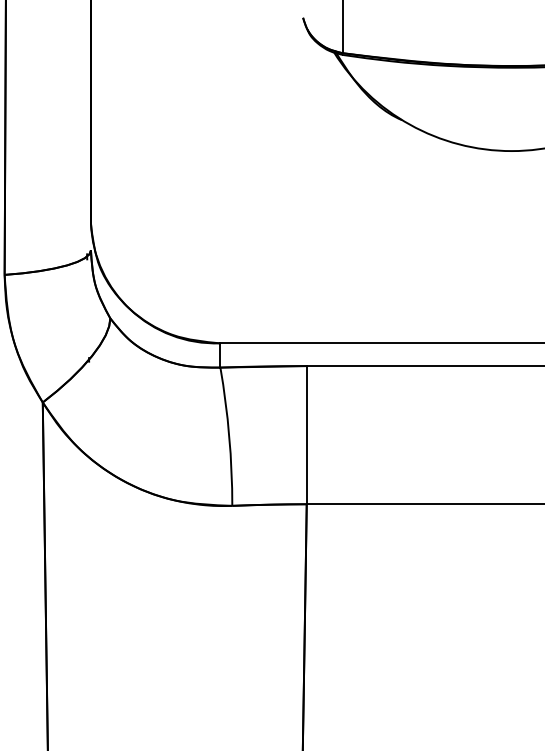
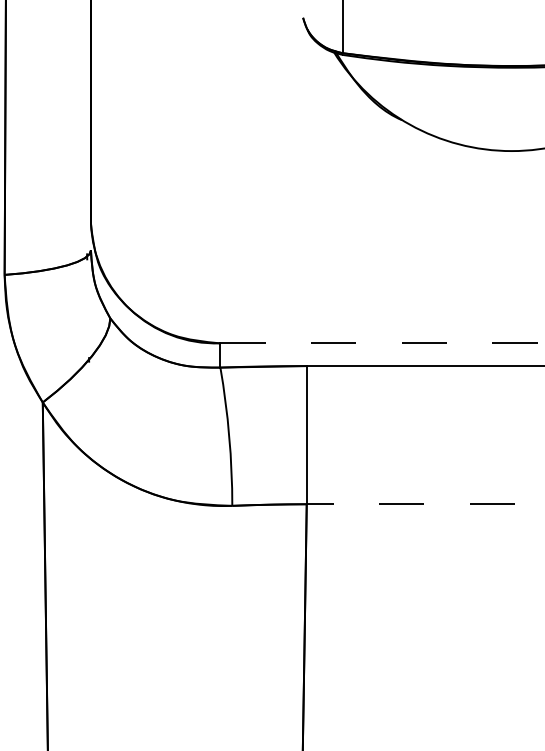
line at (382, 343): solid -> dashed
line at (425, 504): solid -> dashed
